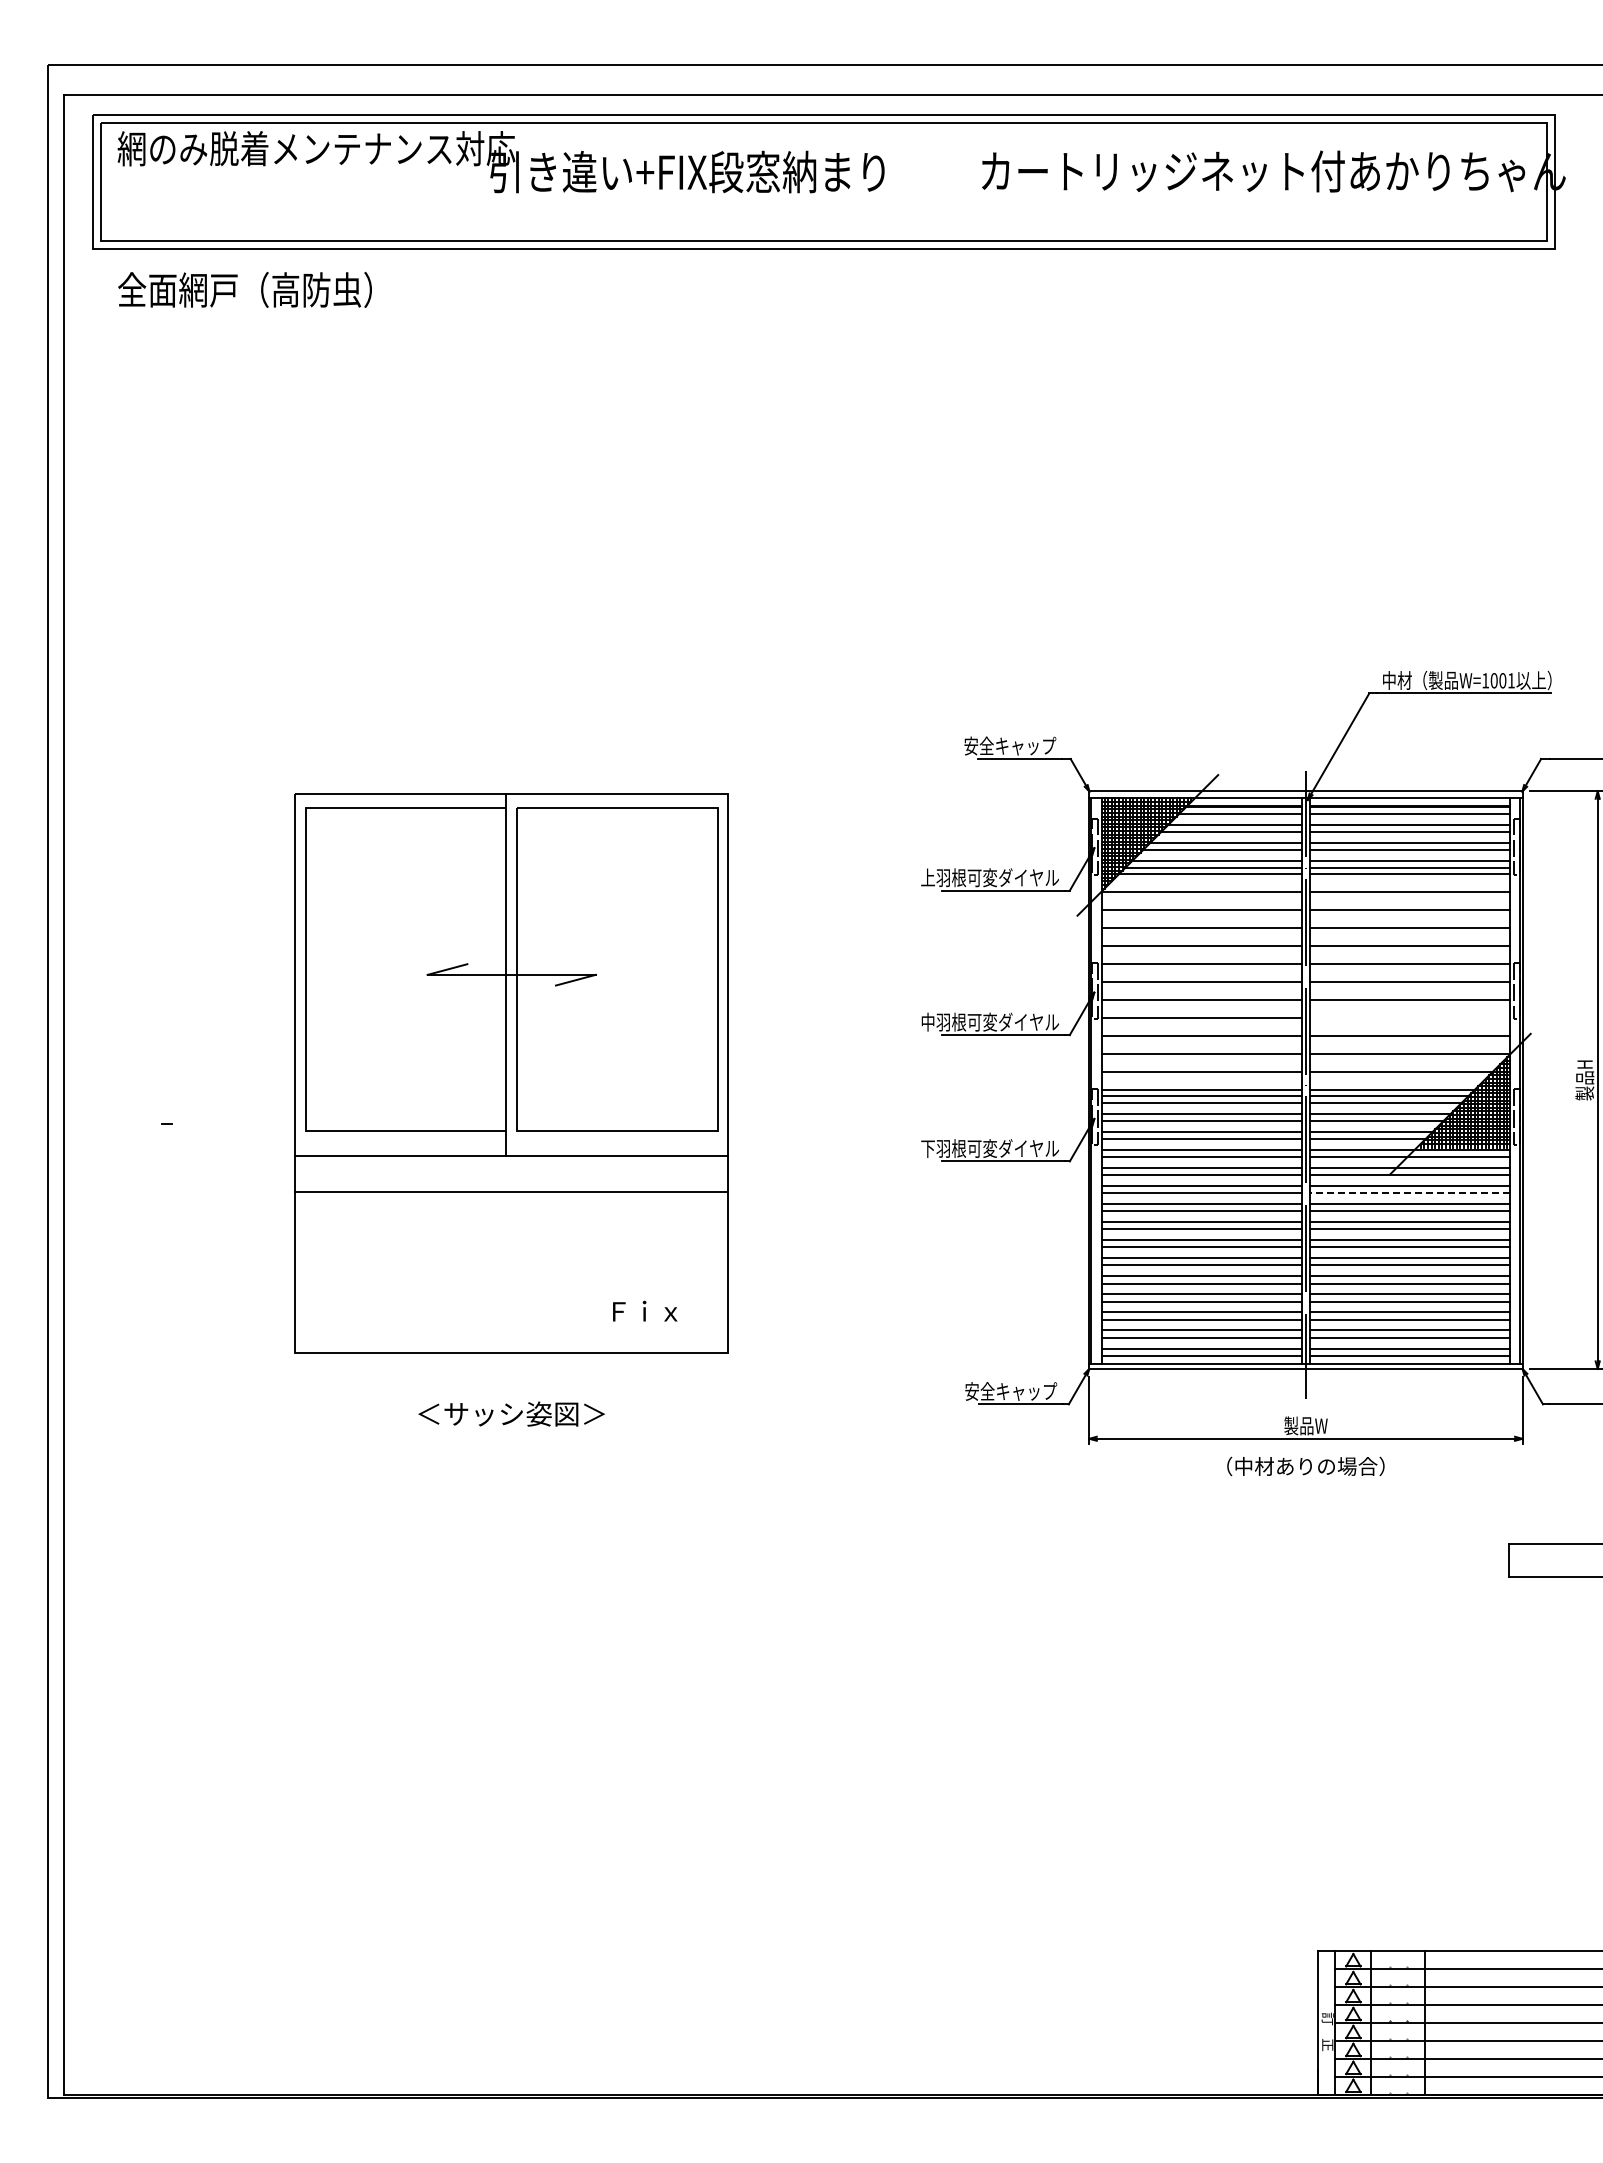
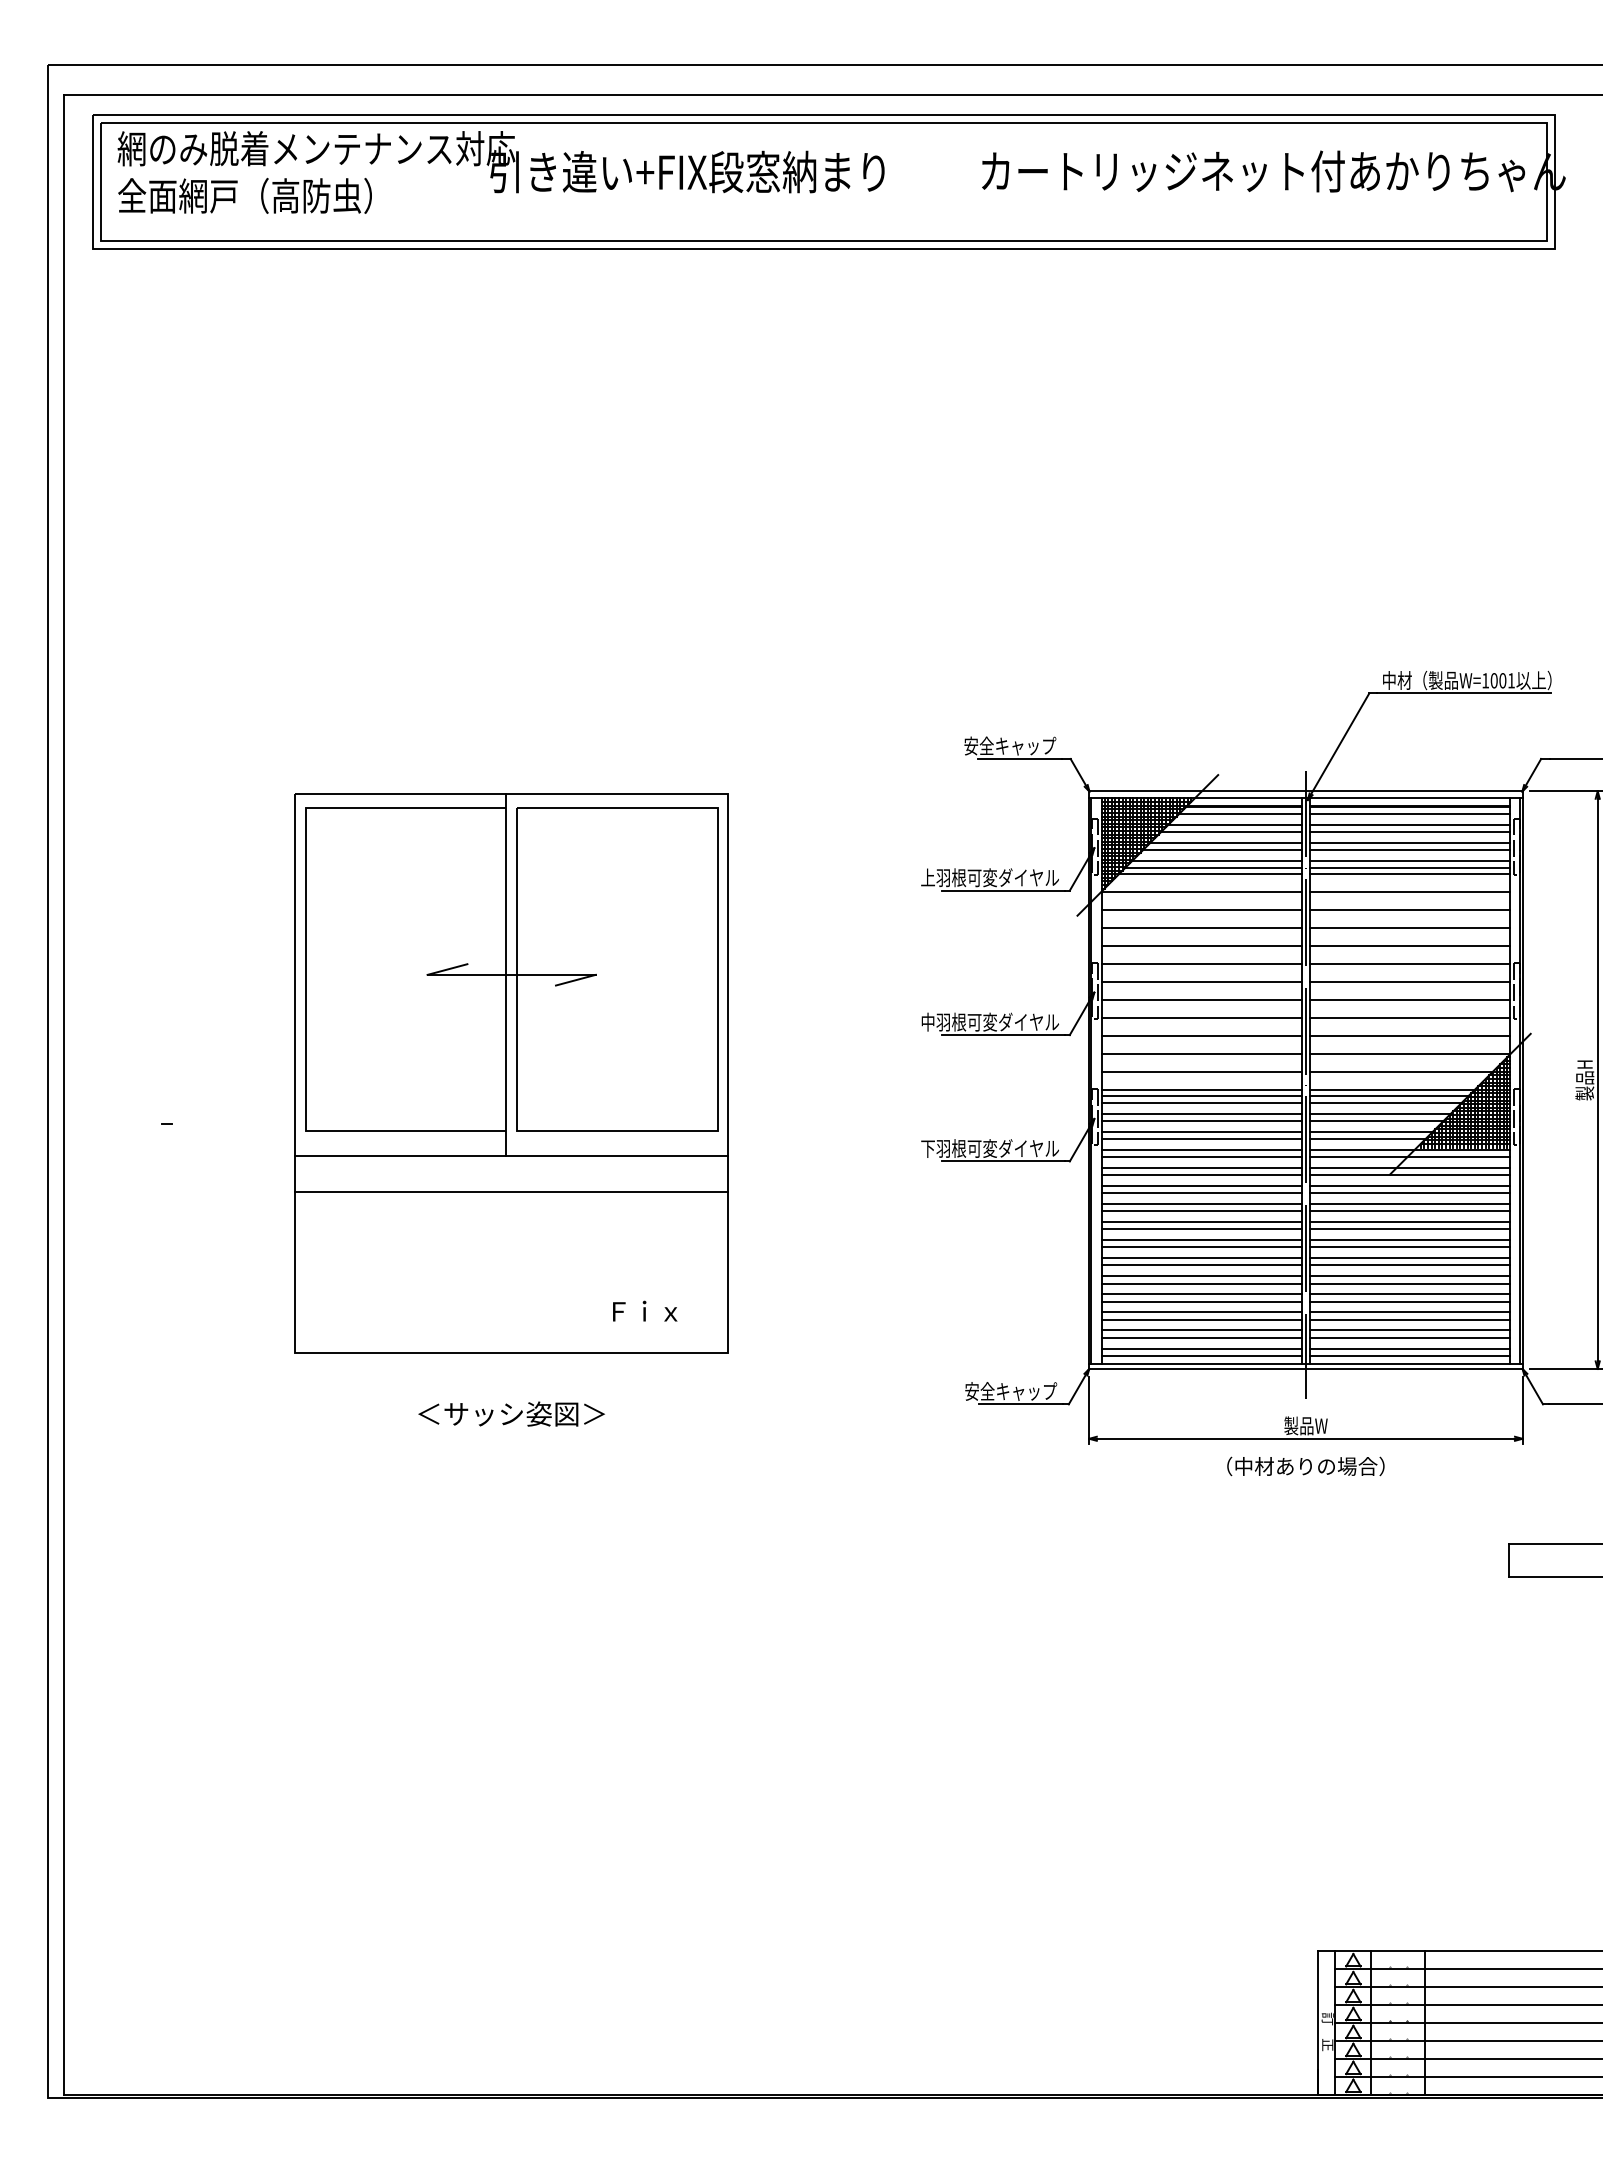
text at (244, 289) position: (244, 289) -> (244, 195)
line at (1410, 1018): none -> present
line at (1409, 1193): dashed -> solid
